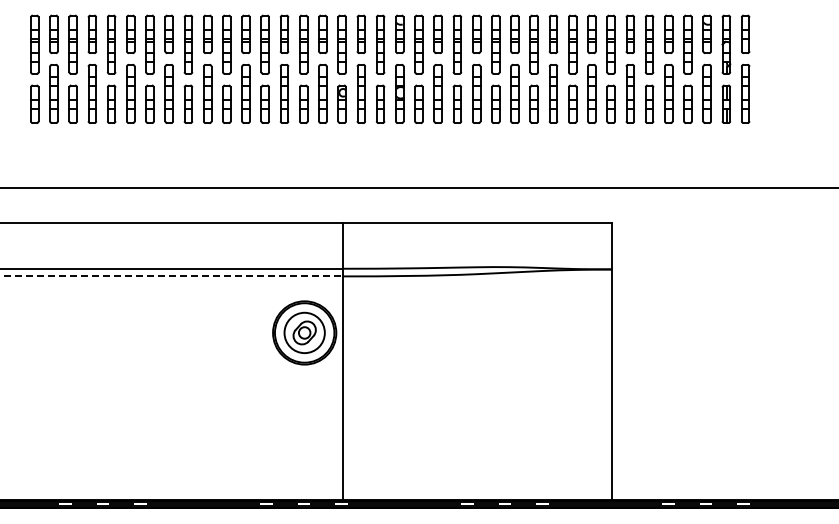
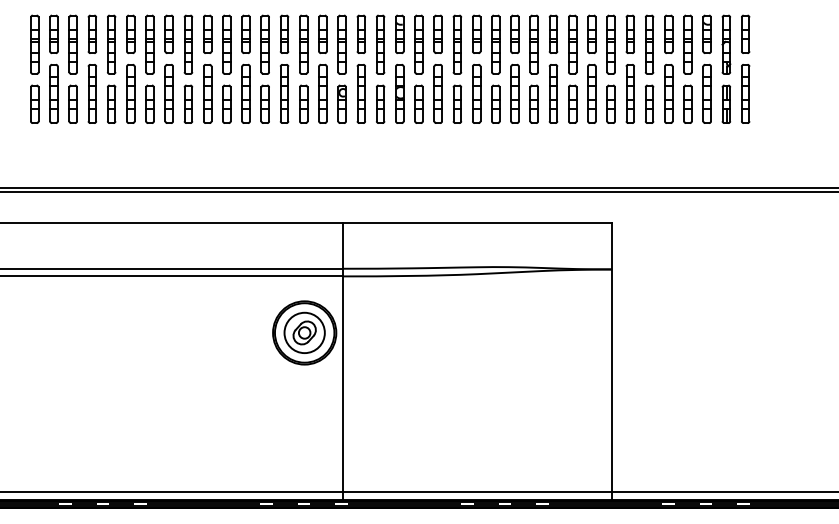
line at (418, 191): none -> present
line at (172, 276): dashed -> solid
line at (418, 492): none -> present
